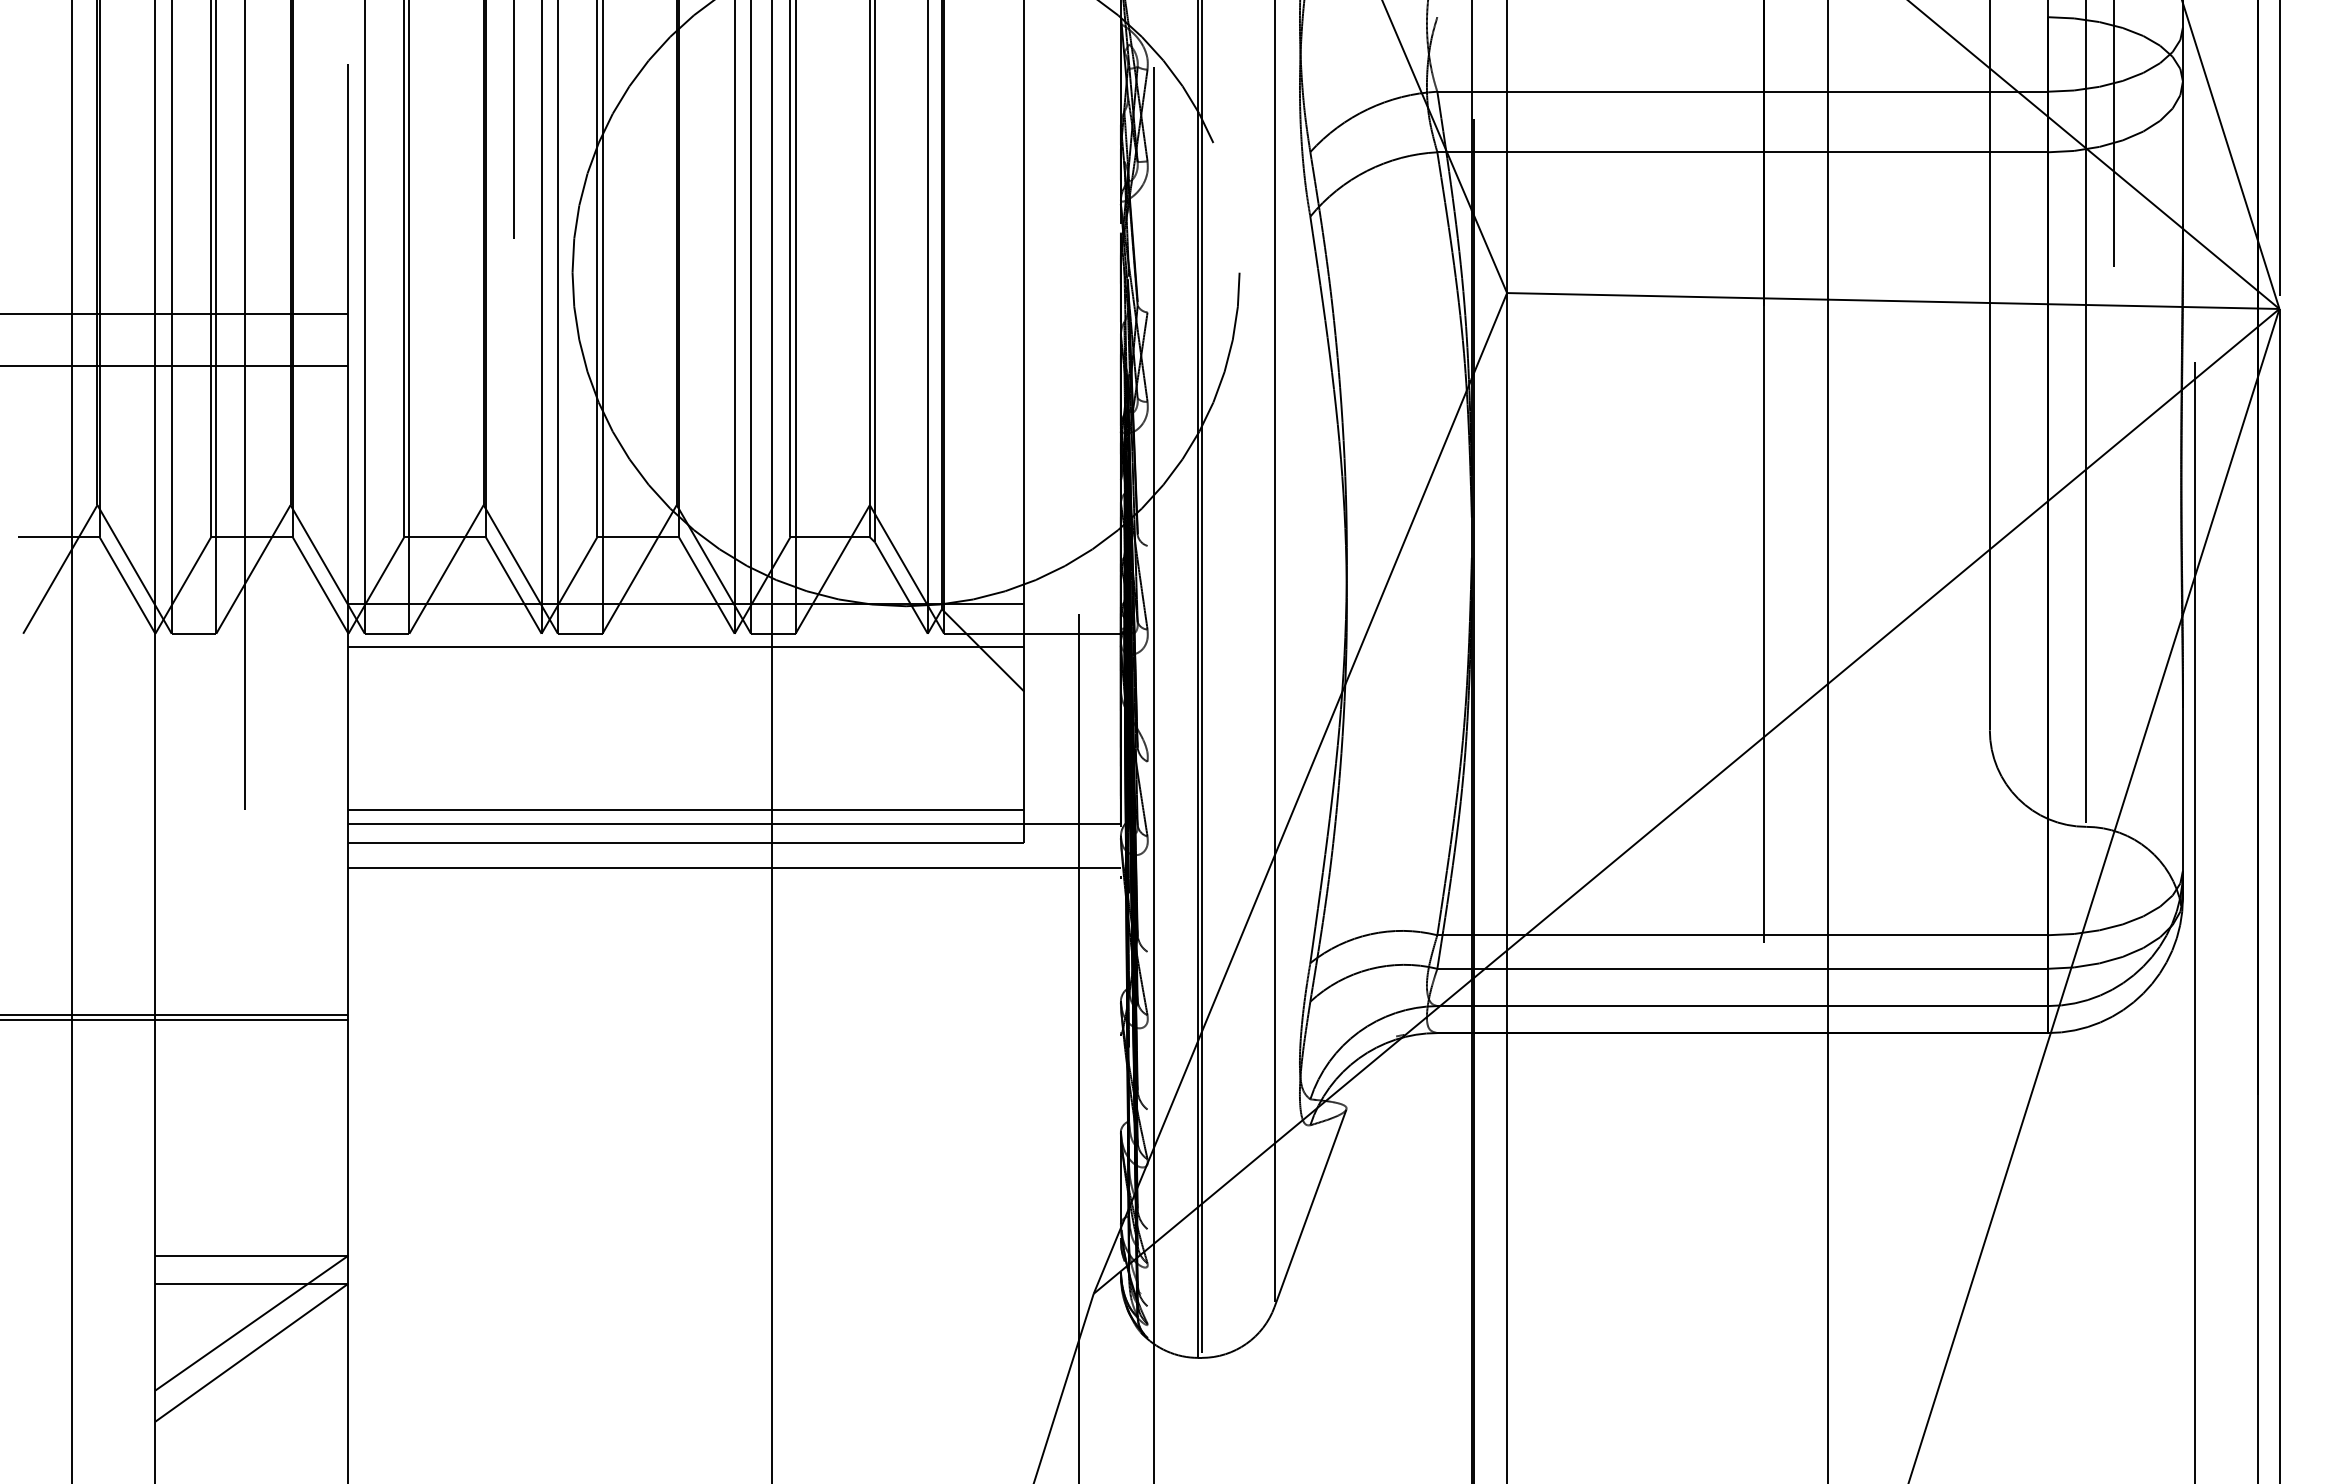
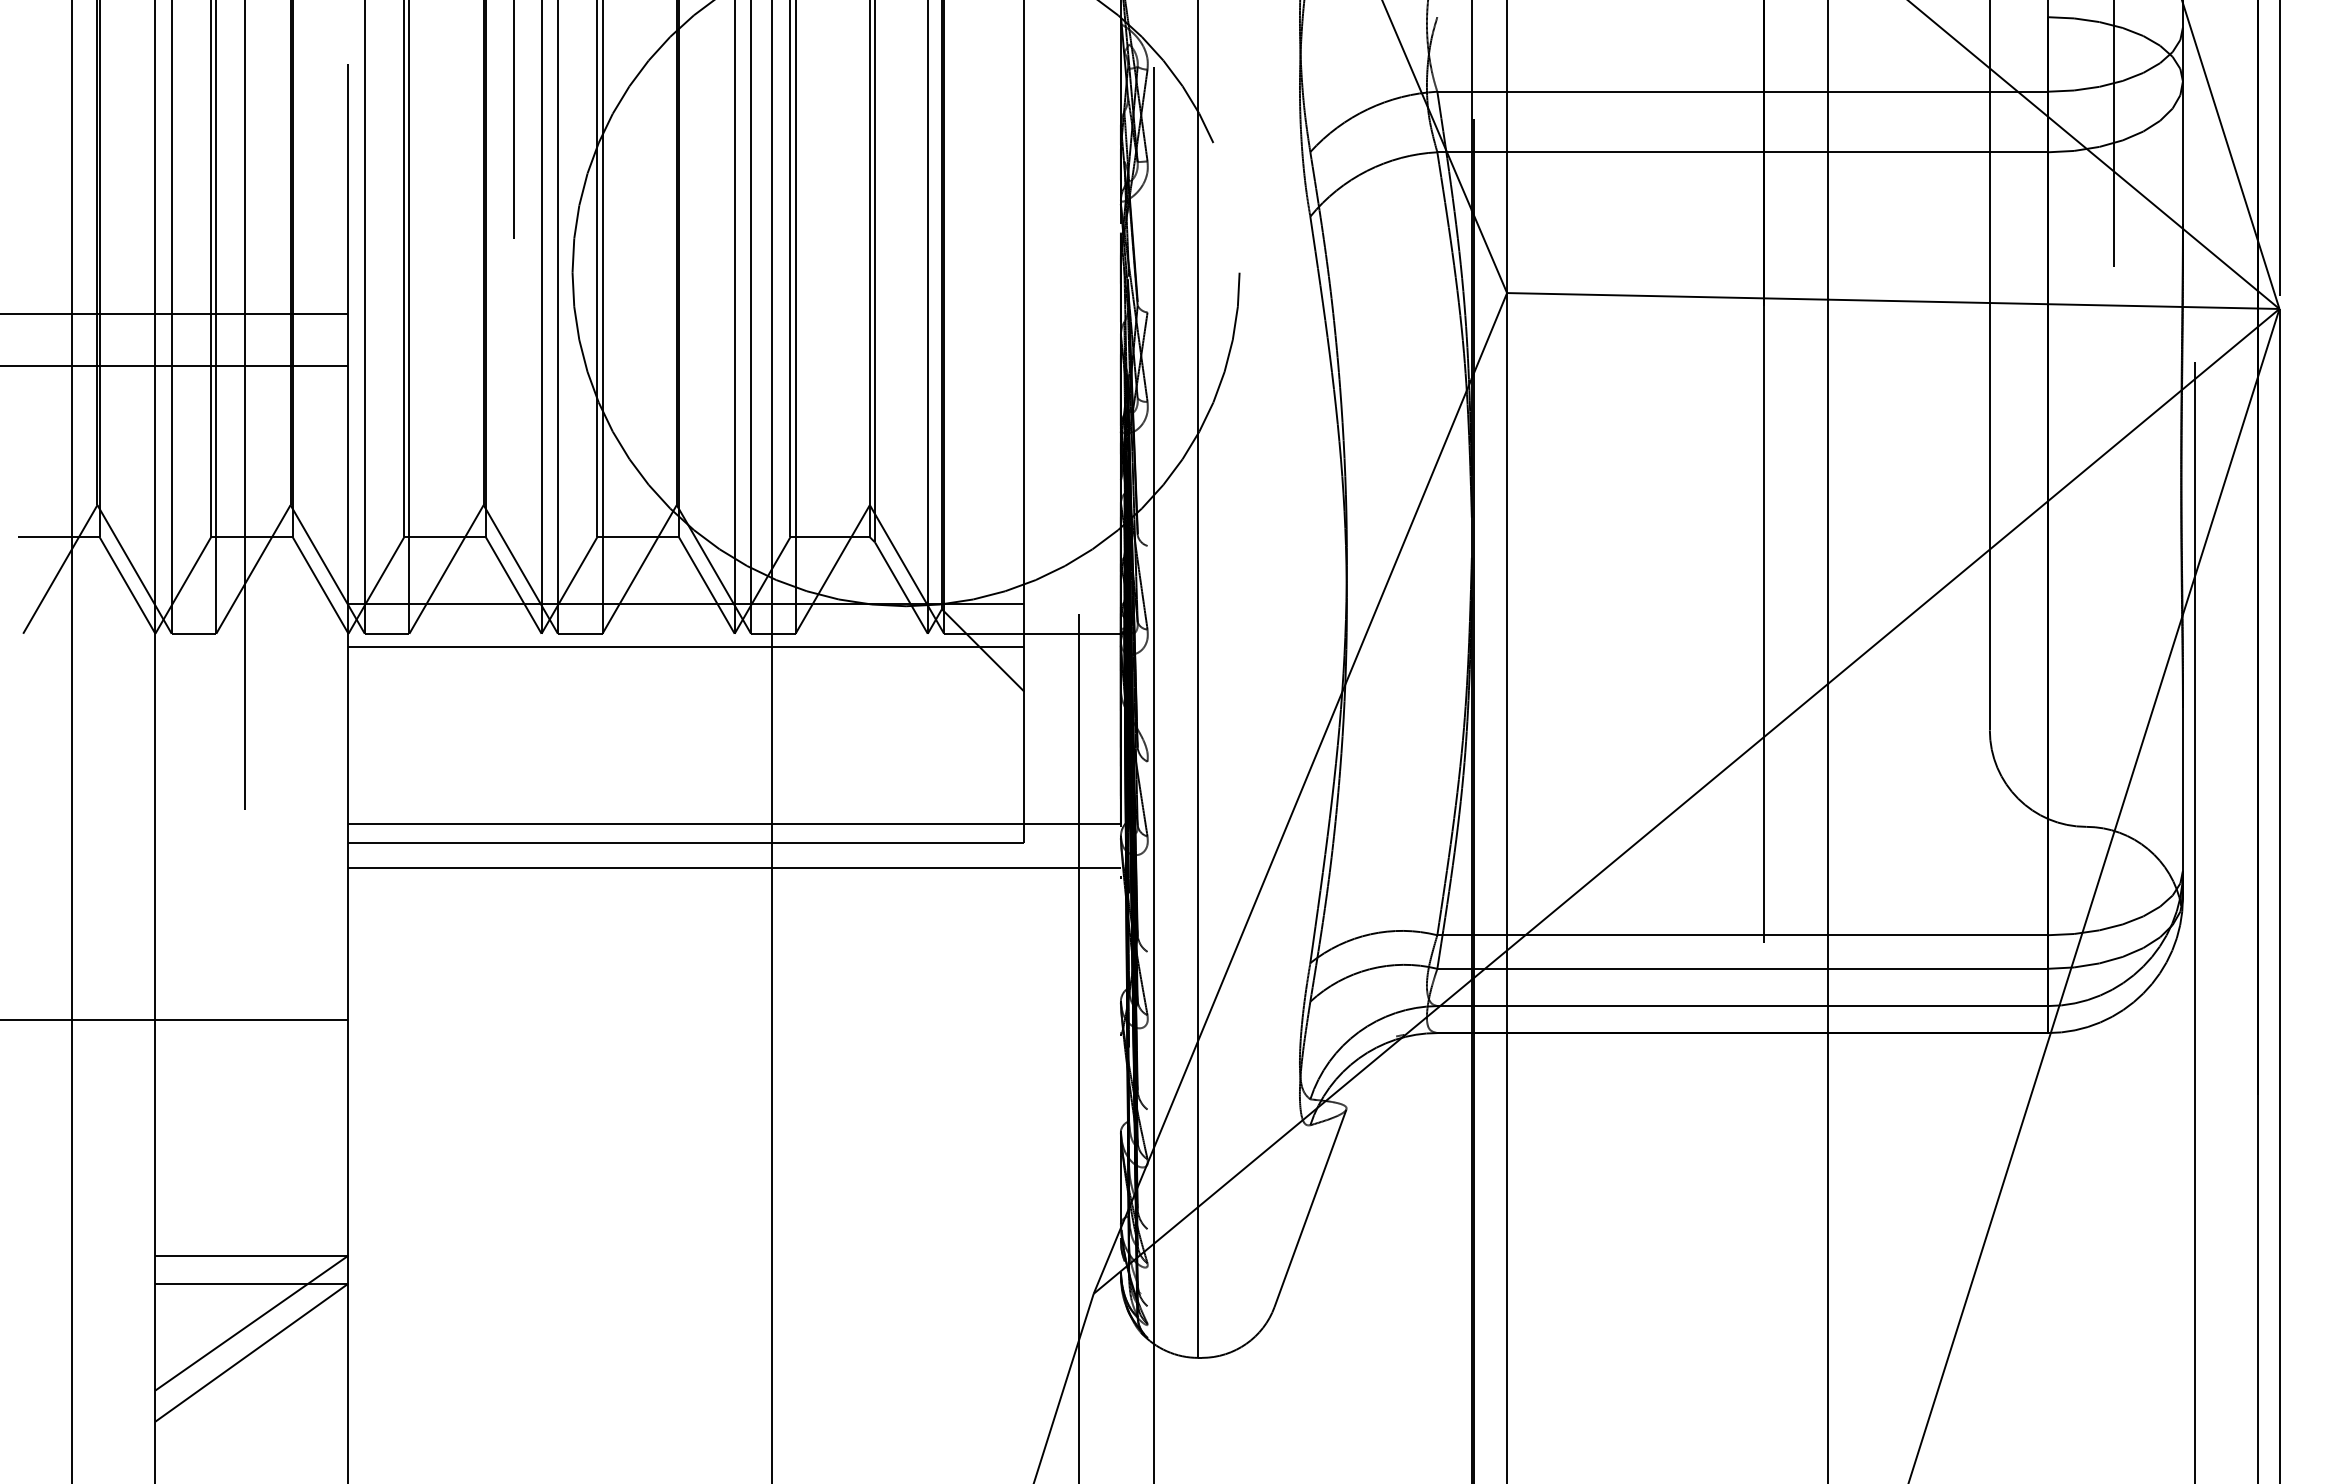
line at (2086, 412): present -> none
line at (1274, 651): present -> none
line at (1201, 677): present -> none
line at (686, 810): present -> none
line at (175, 1015): present -> none
